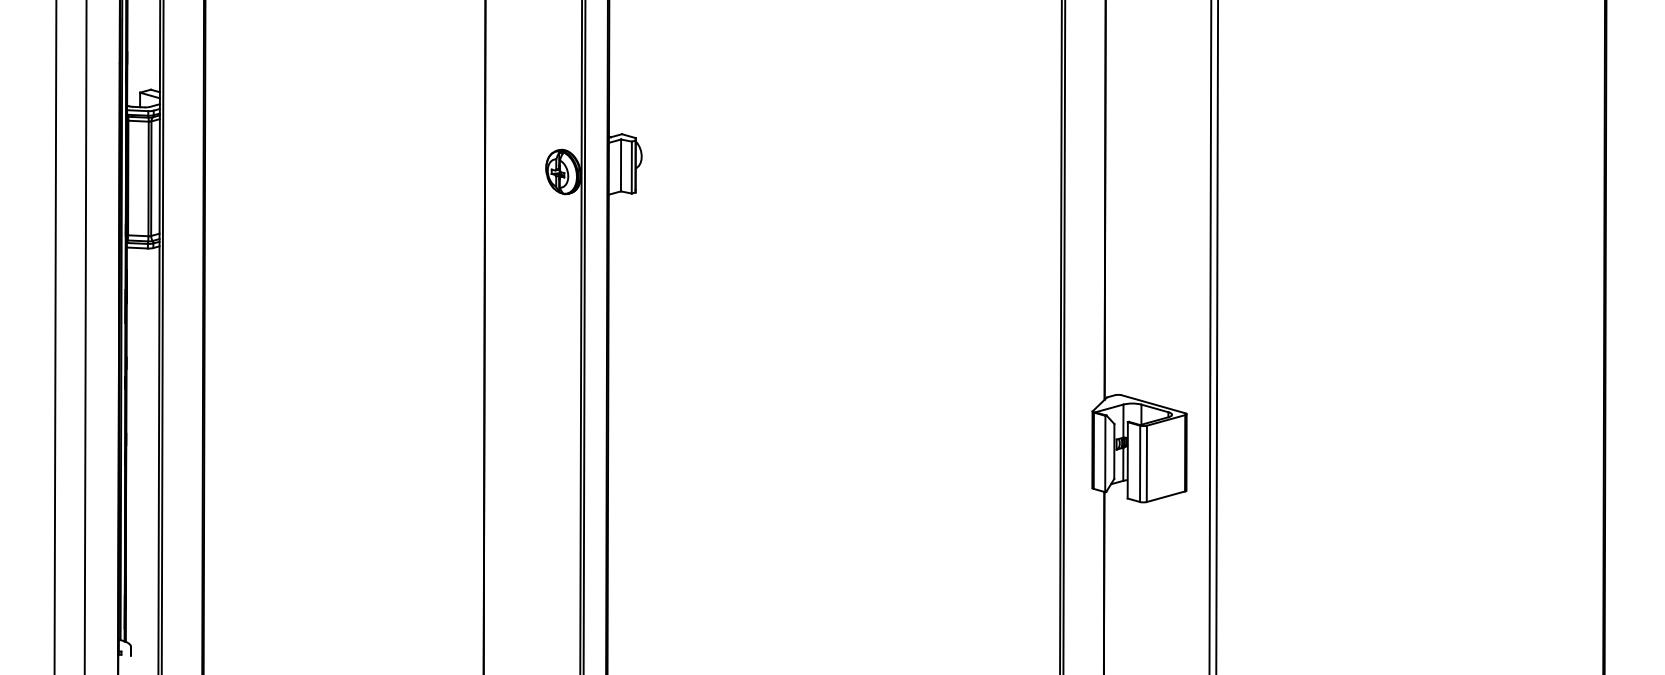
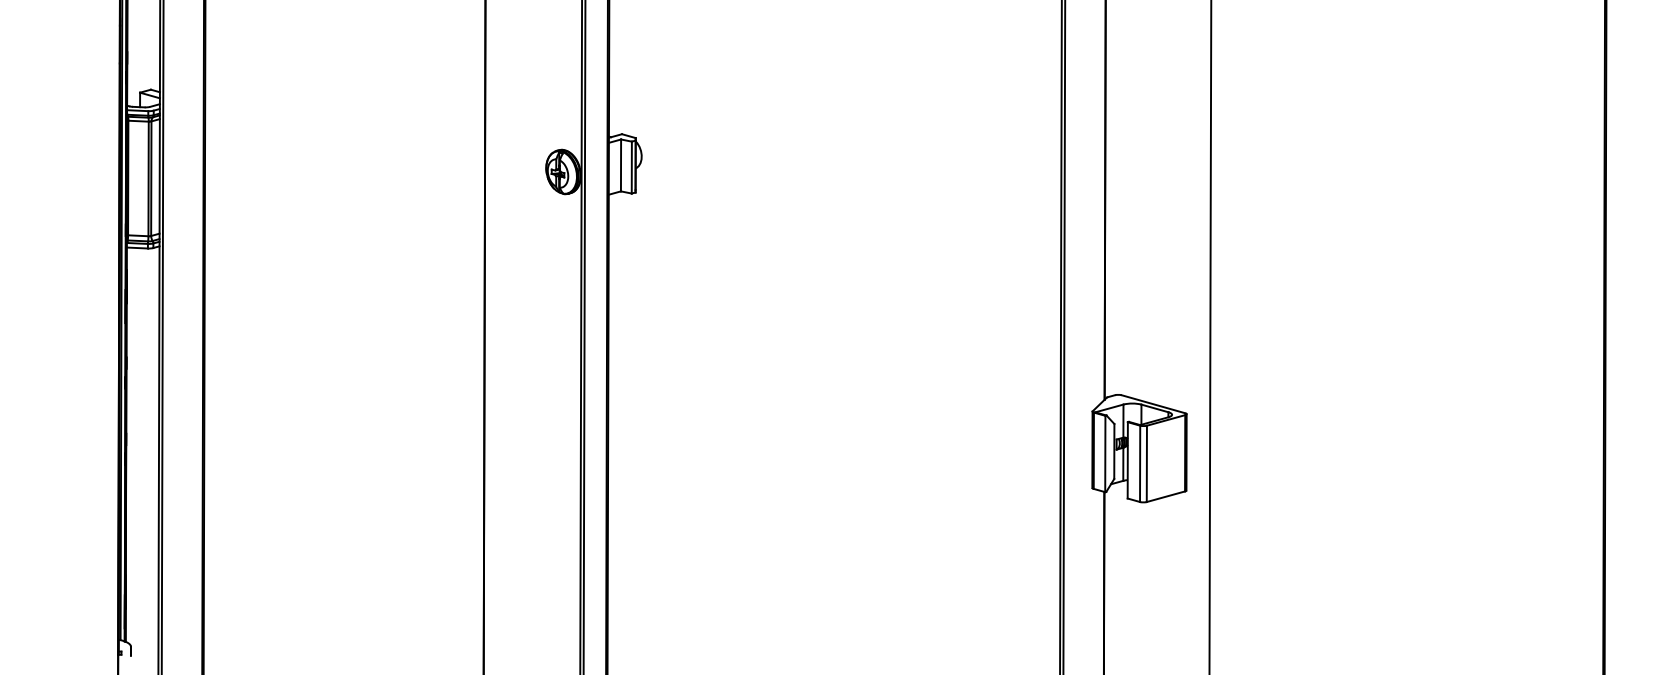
line at (55, 336): present -> none
line at (85, 336): present -> none
line at (1217, 336): present -> none
